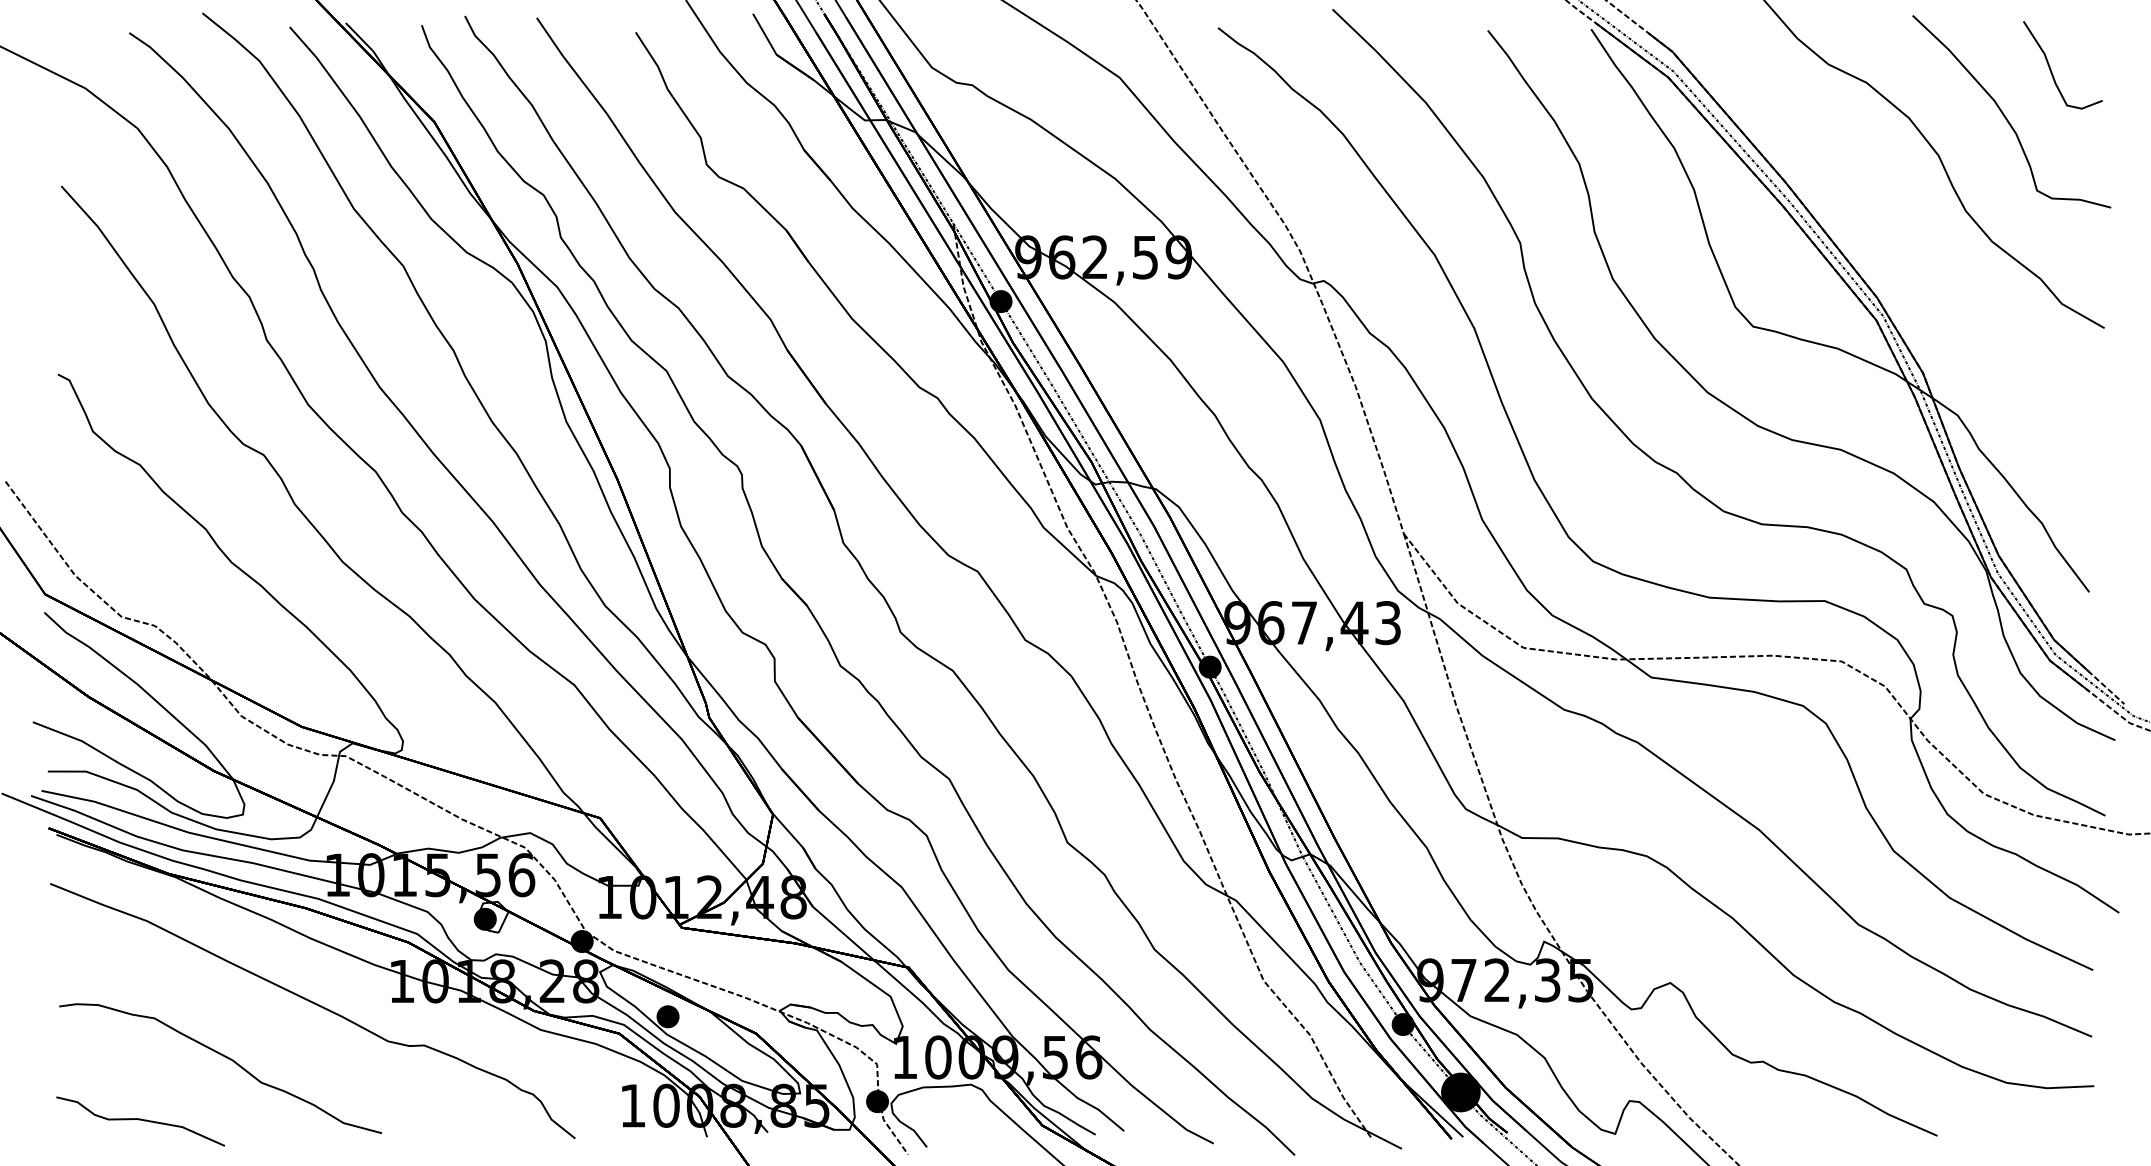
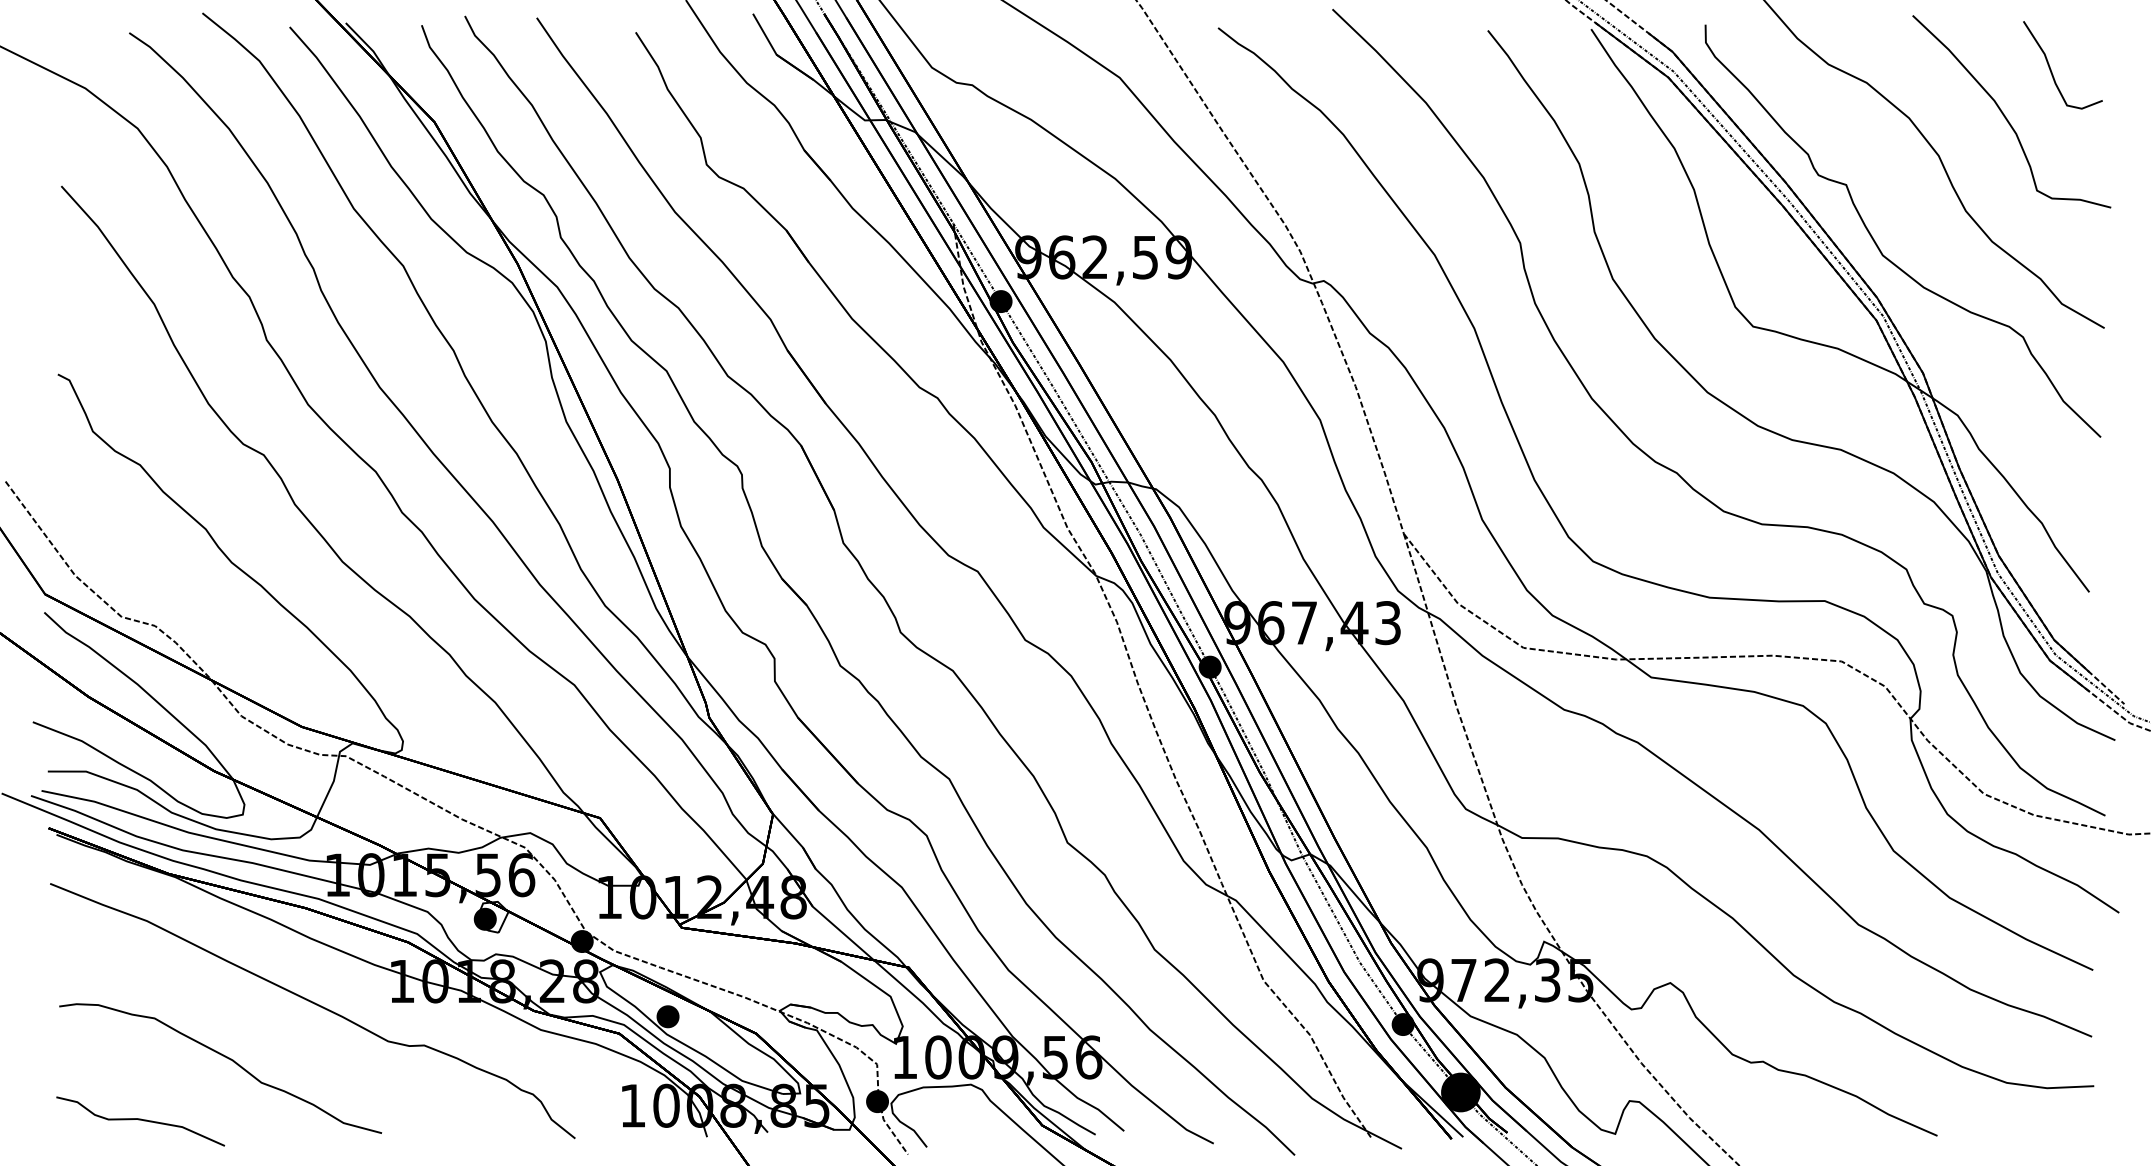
part at (1879, 247): none -> present
